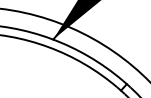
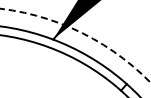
arc at (82, 33): solid -> dashed
